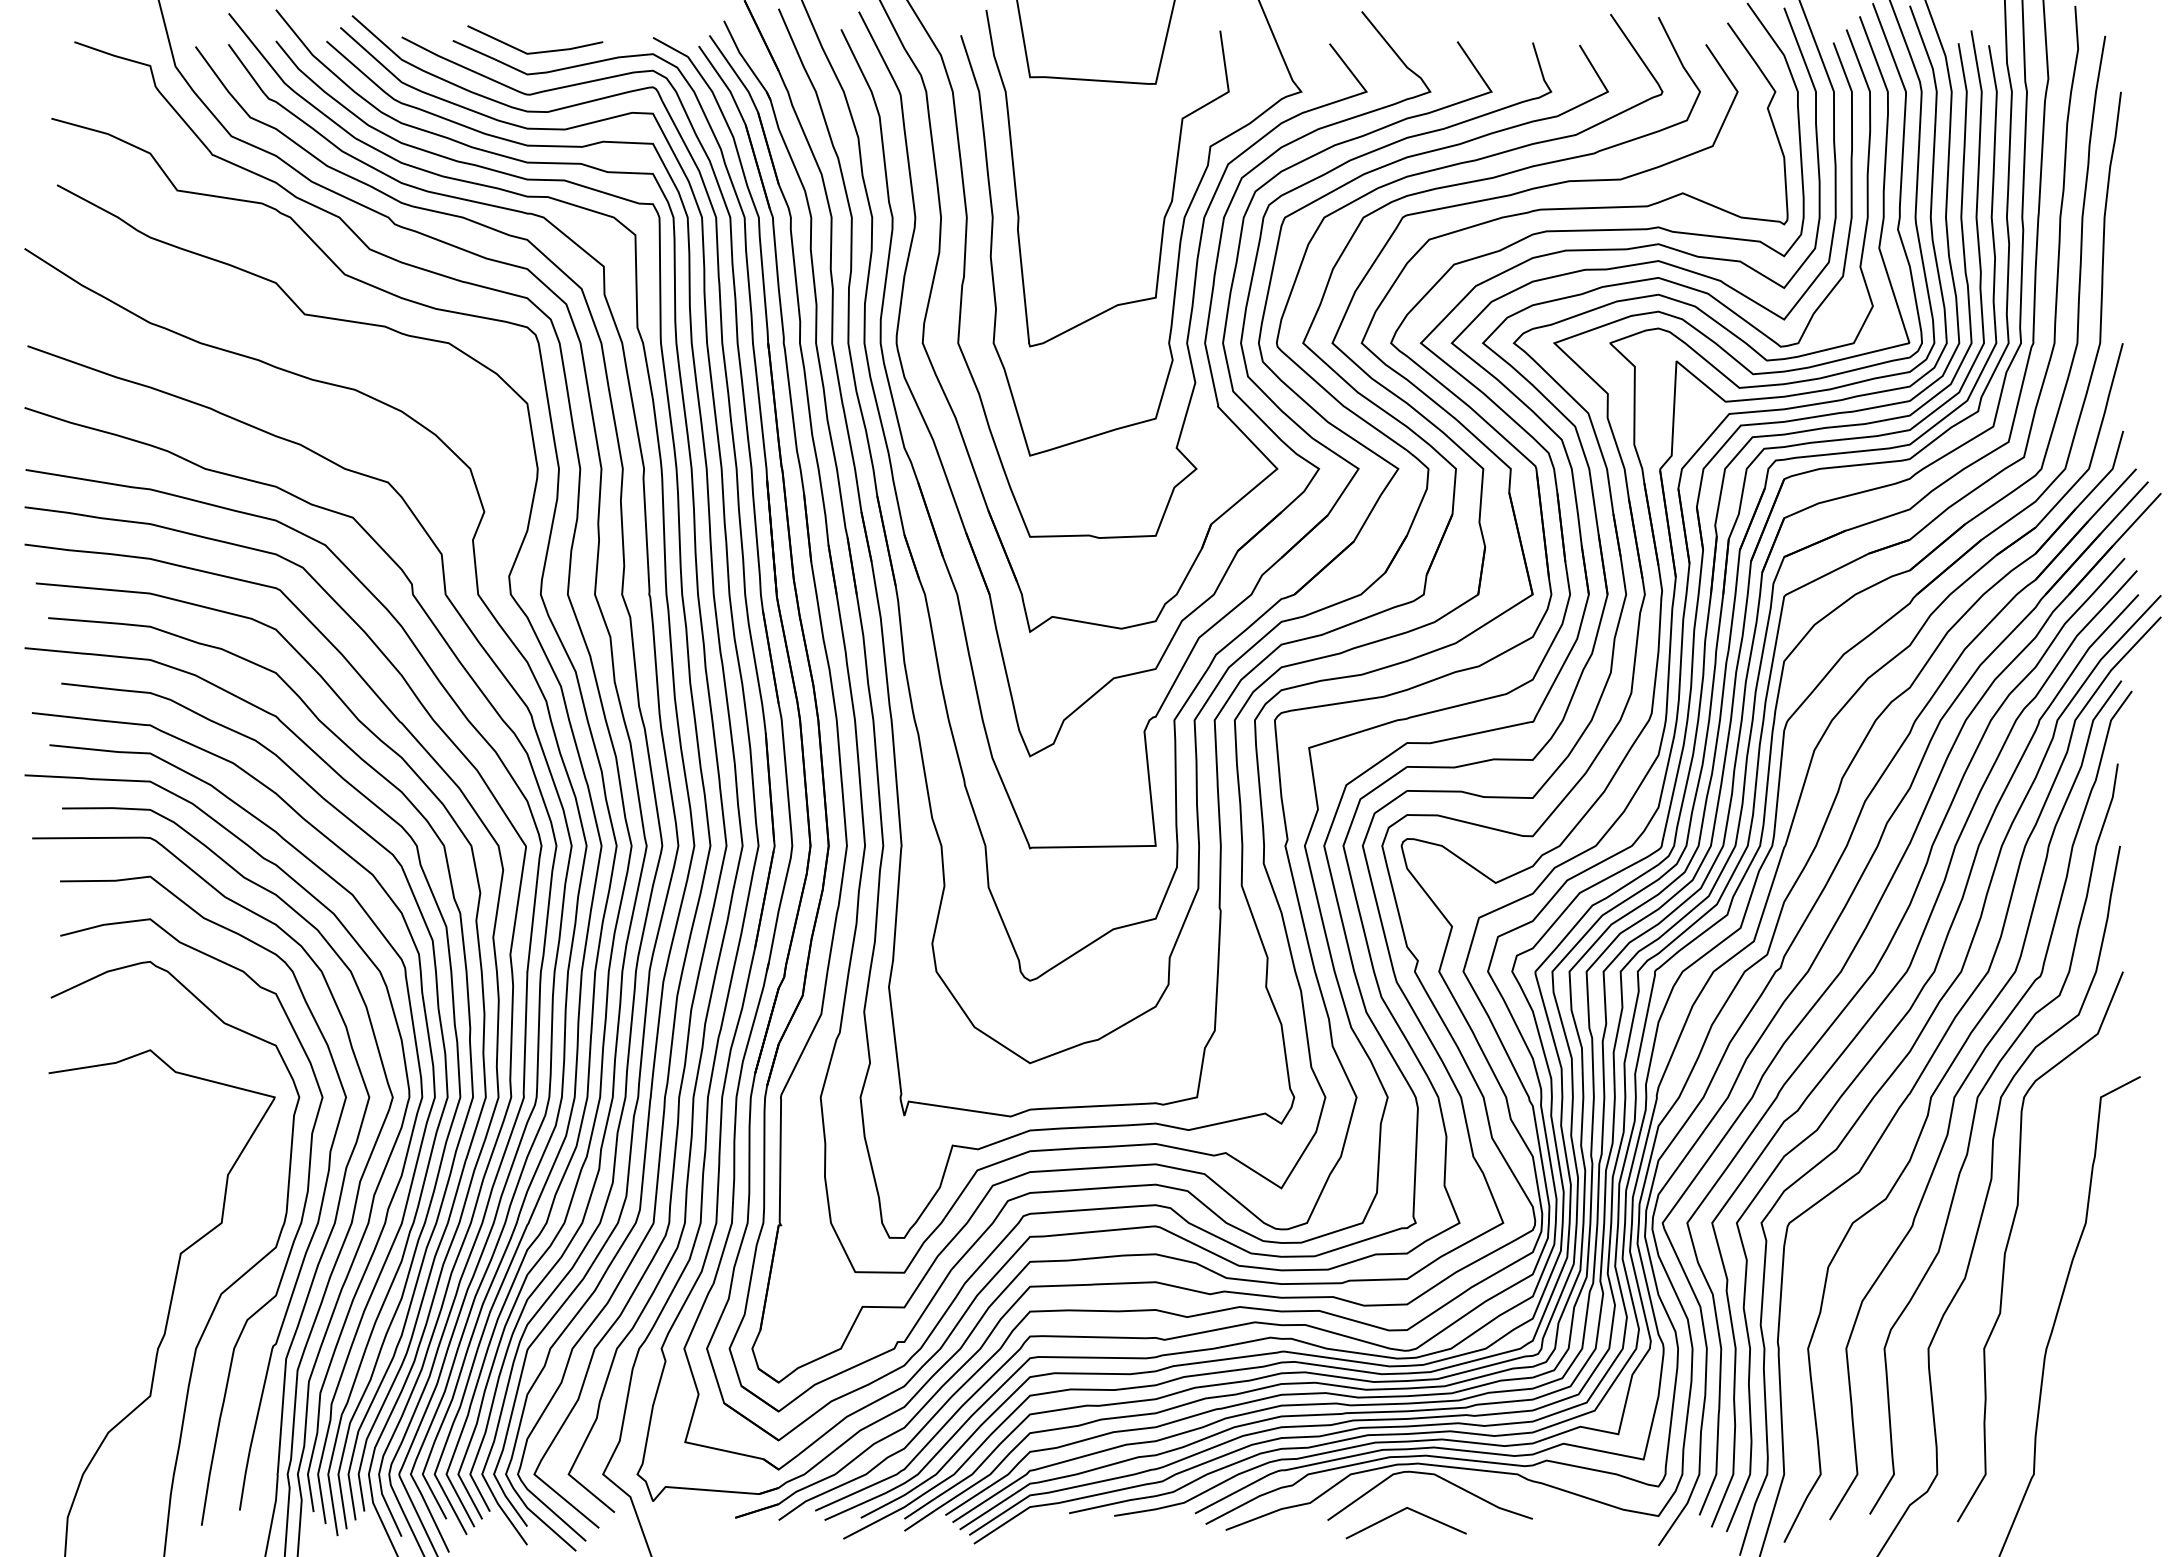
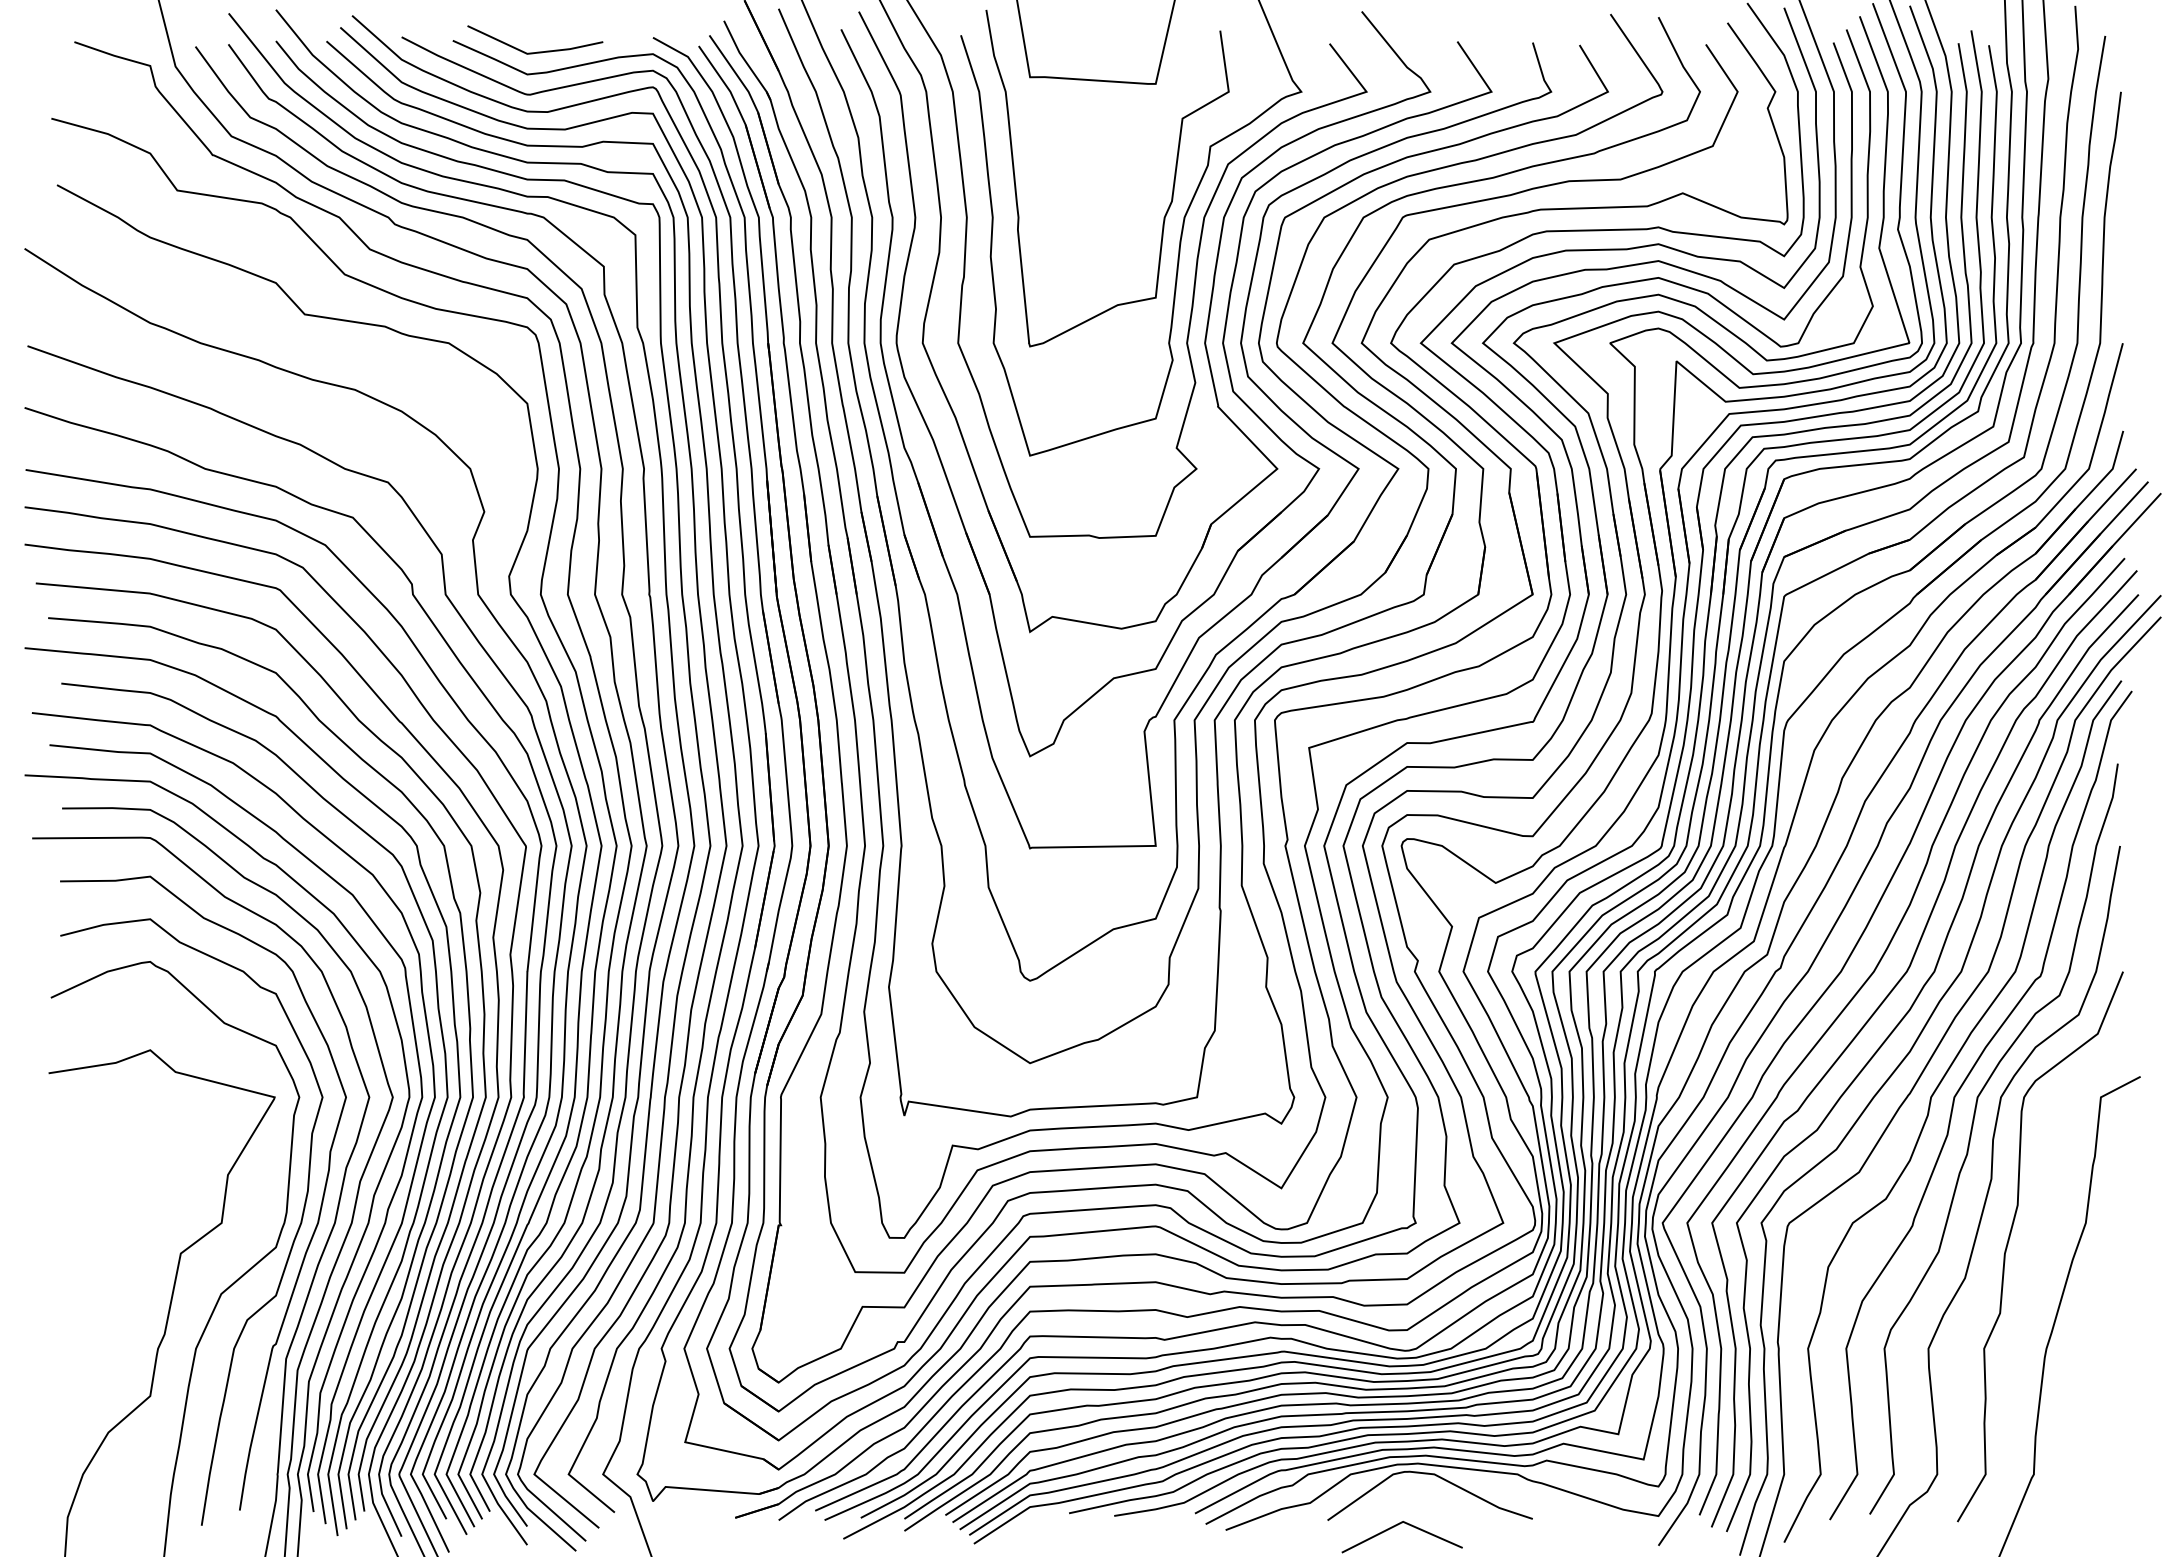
line at (1400, 1512) position: (1400, 1512) -> (1396, 1526)
